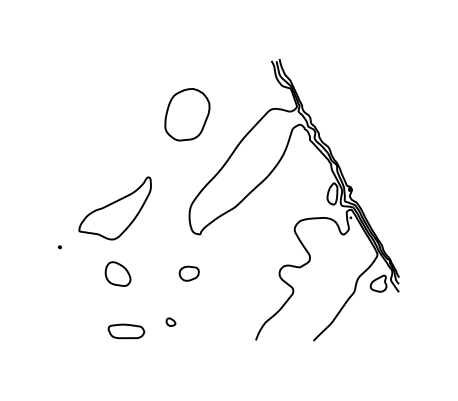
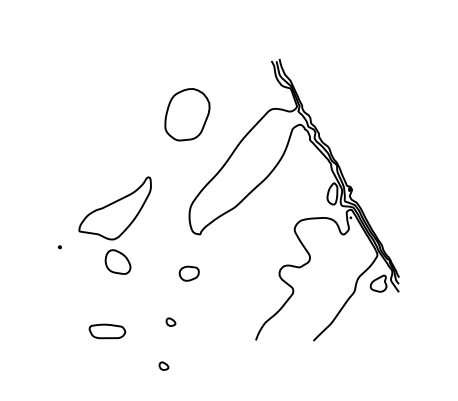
part at (117, 273) position: (117, 273) -> (117, 261)
part at (126, 331) position: (126, 331) -> (107, 331)
part at (163, 365): none -> present
